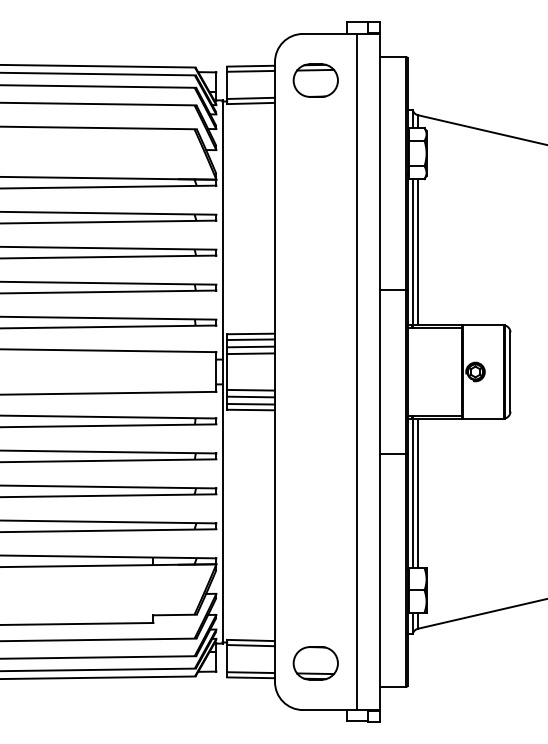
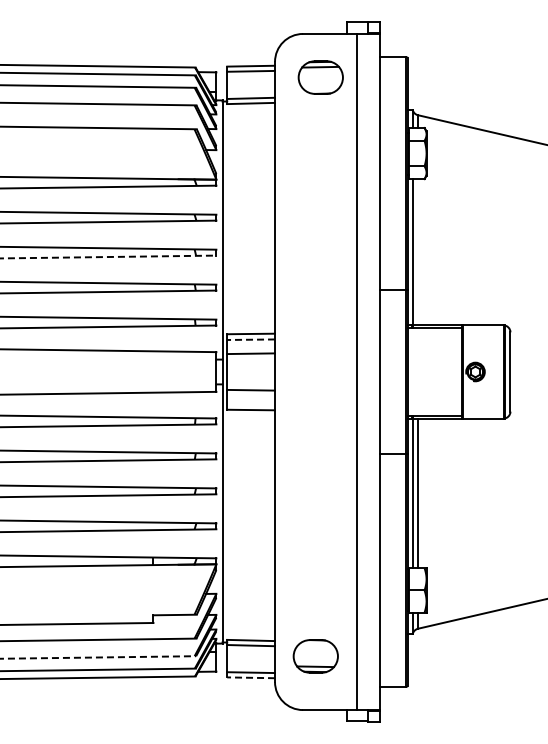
part at (315, 80) position: (315, 80) -> (320, 77)
line at (417, 252): present -> none
line at (108, 257): solid -> dashed
line at (251, 339): solid -> dashed
line at (251, 346): present -> none
line at (251, 396): present -> none
line at (251, 403): present -> none
line at (98, 657): solid -> dashed
part at (315, 663) position: (315, 663) -> (315, 656)
line at (251, 677): solid -> dashed
